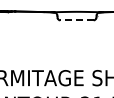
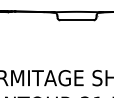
line at (76, 20): dashed -> solid
